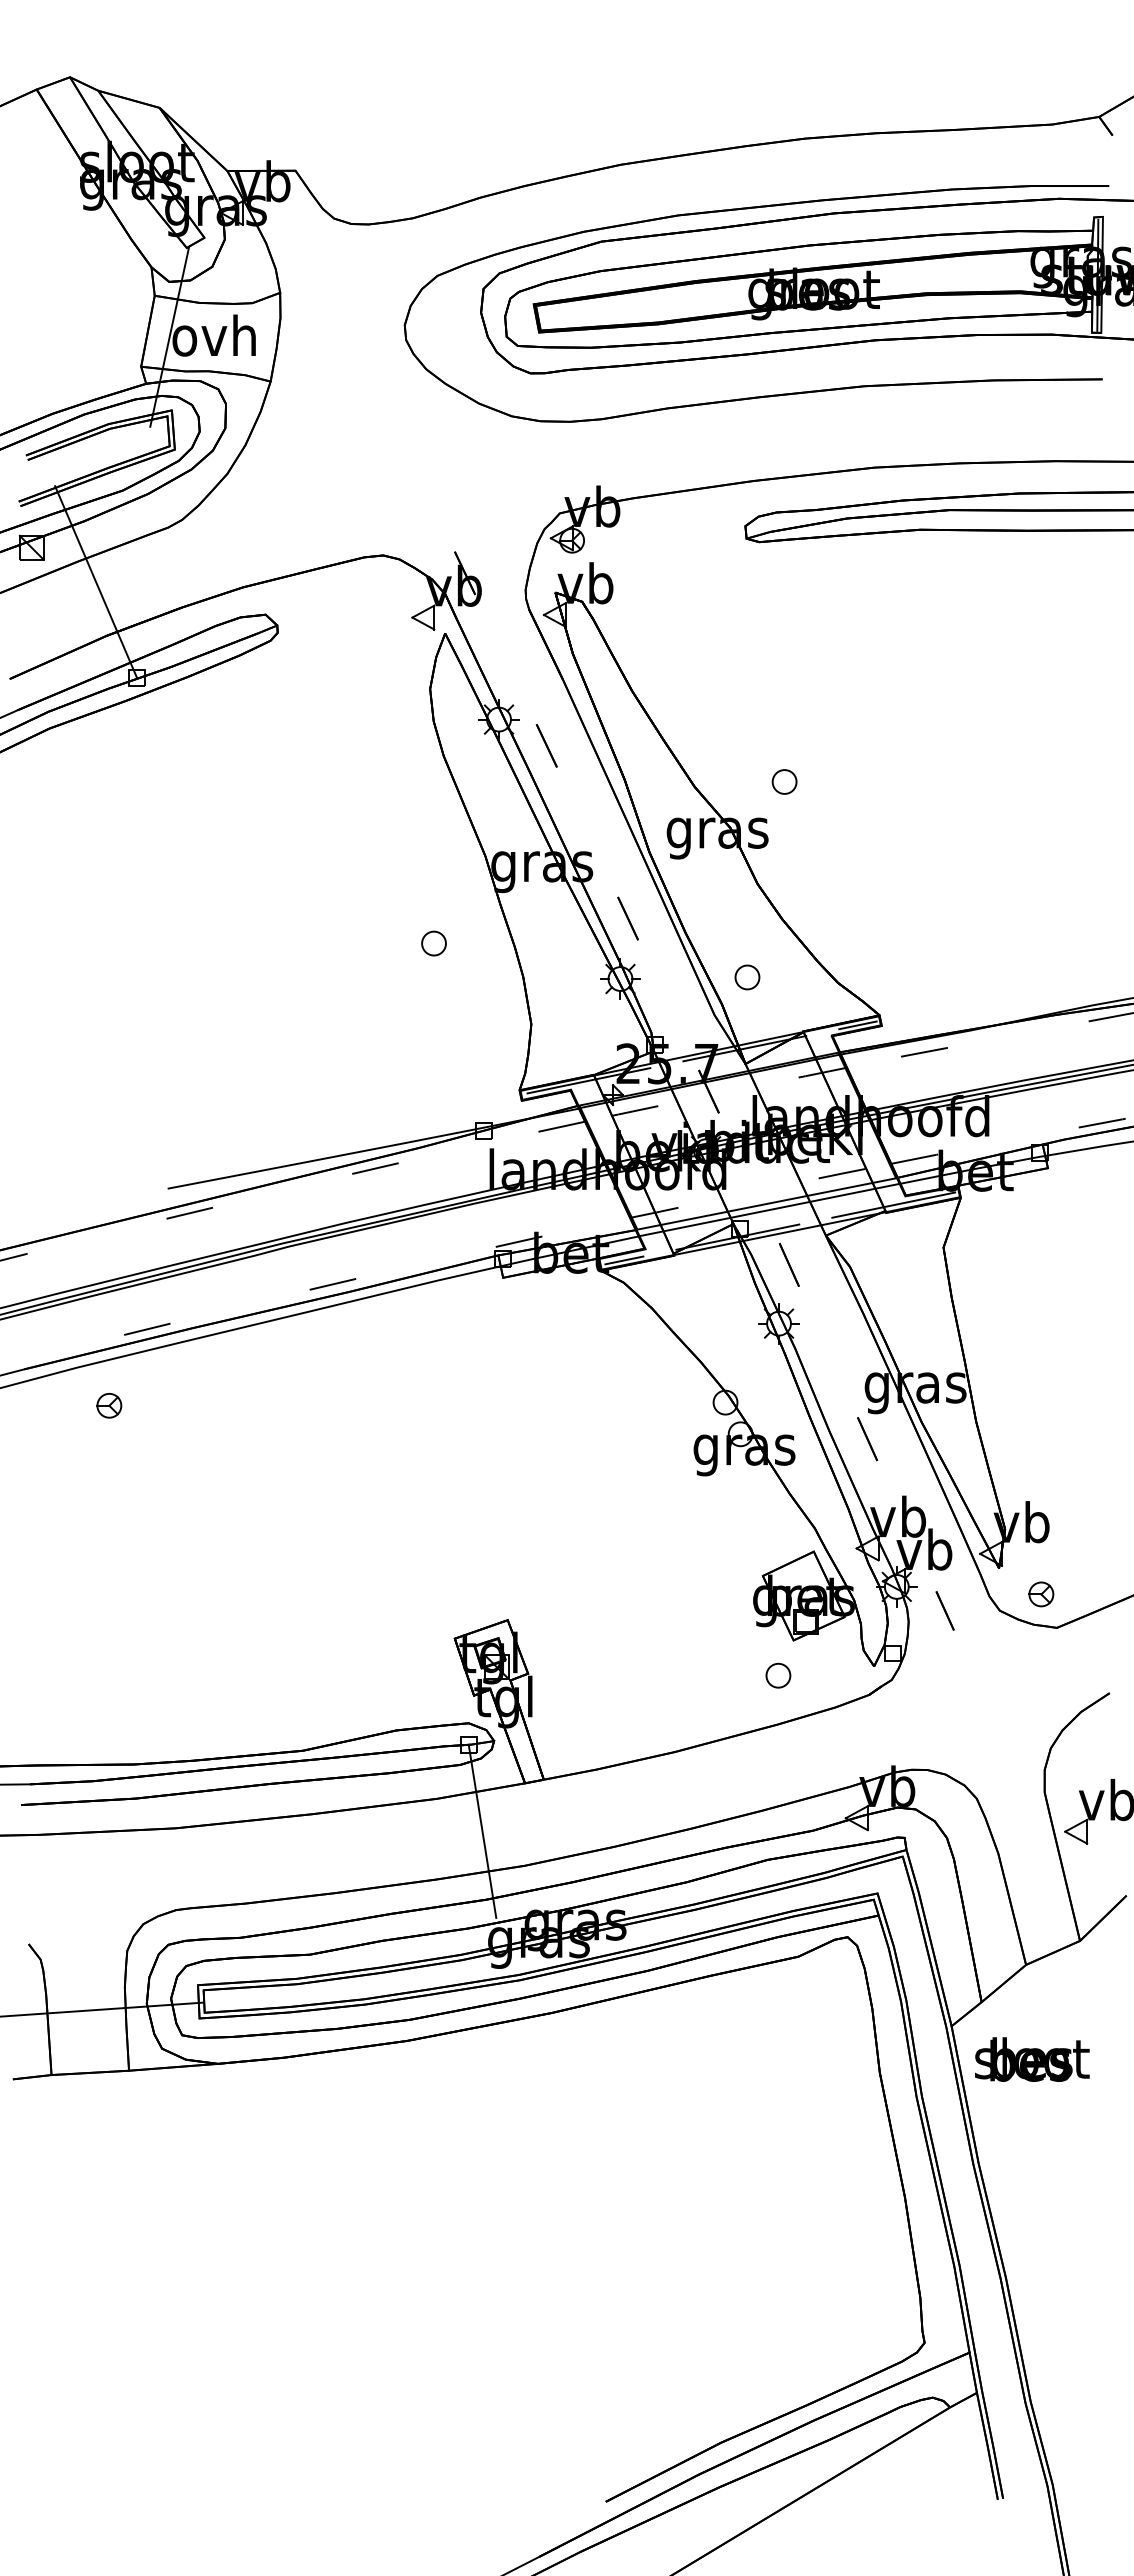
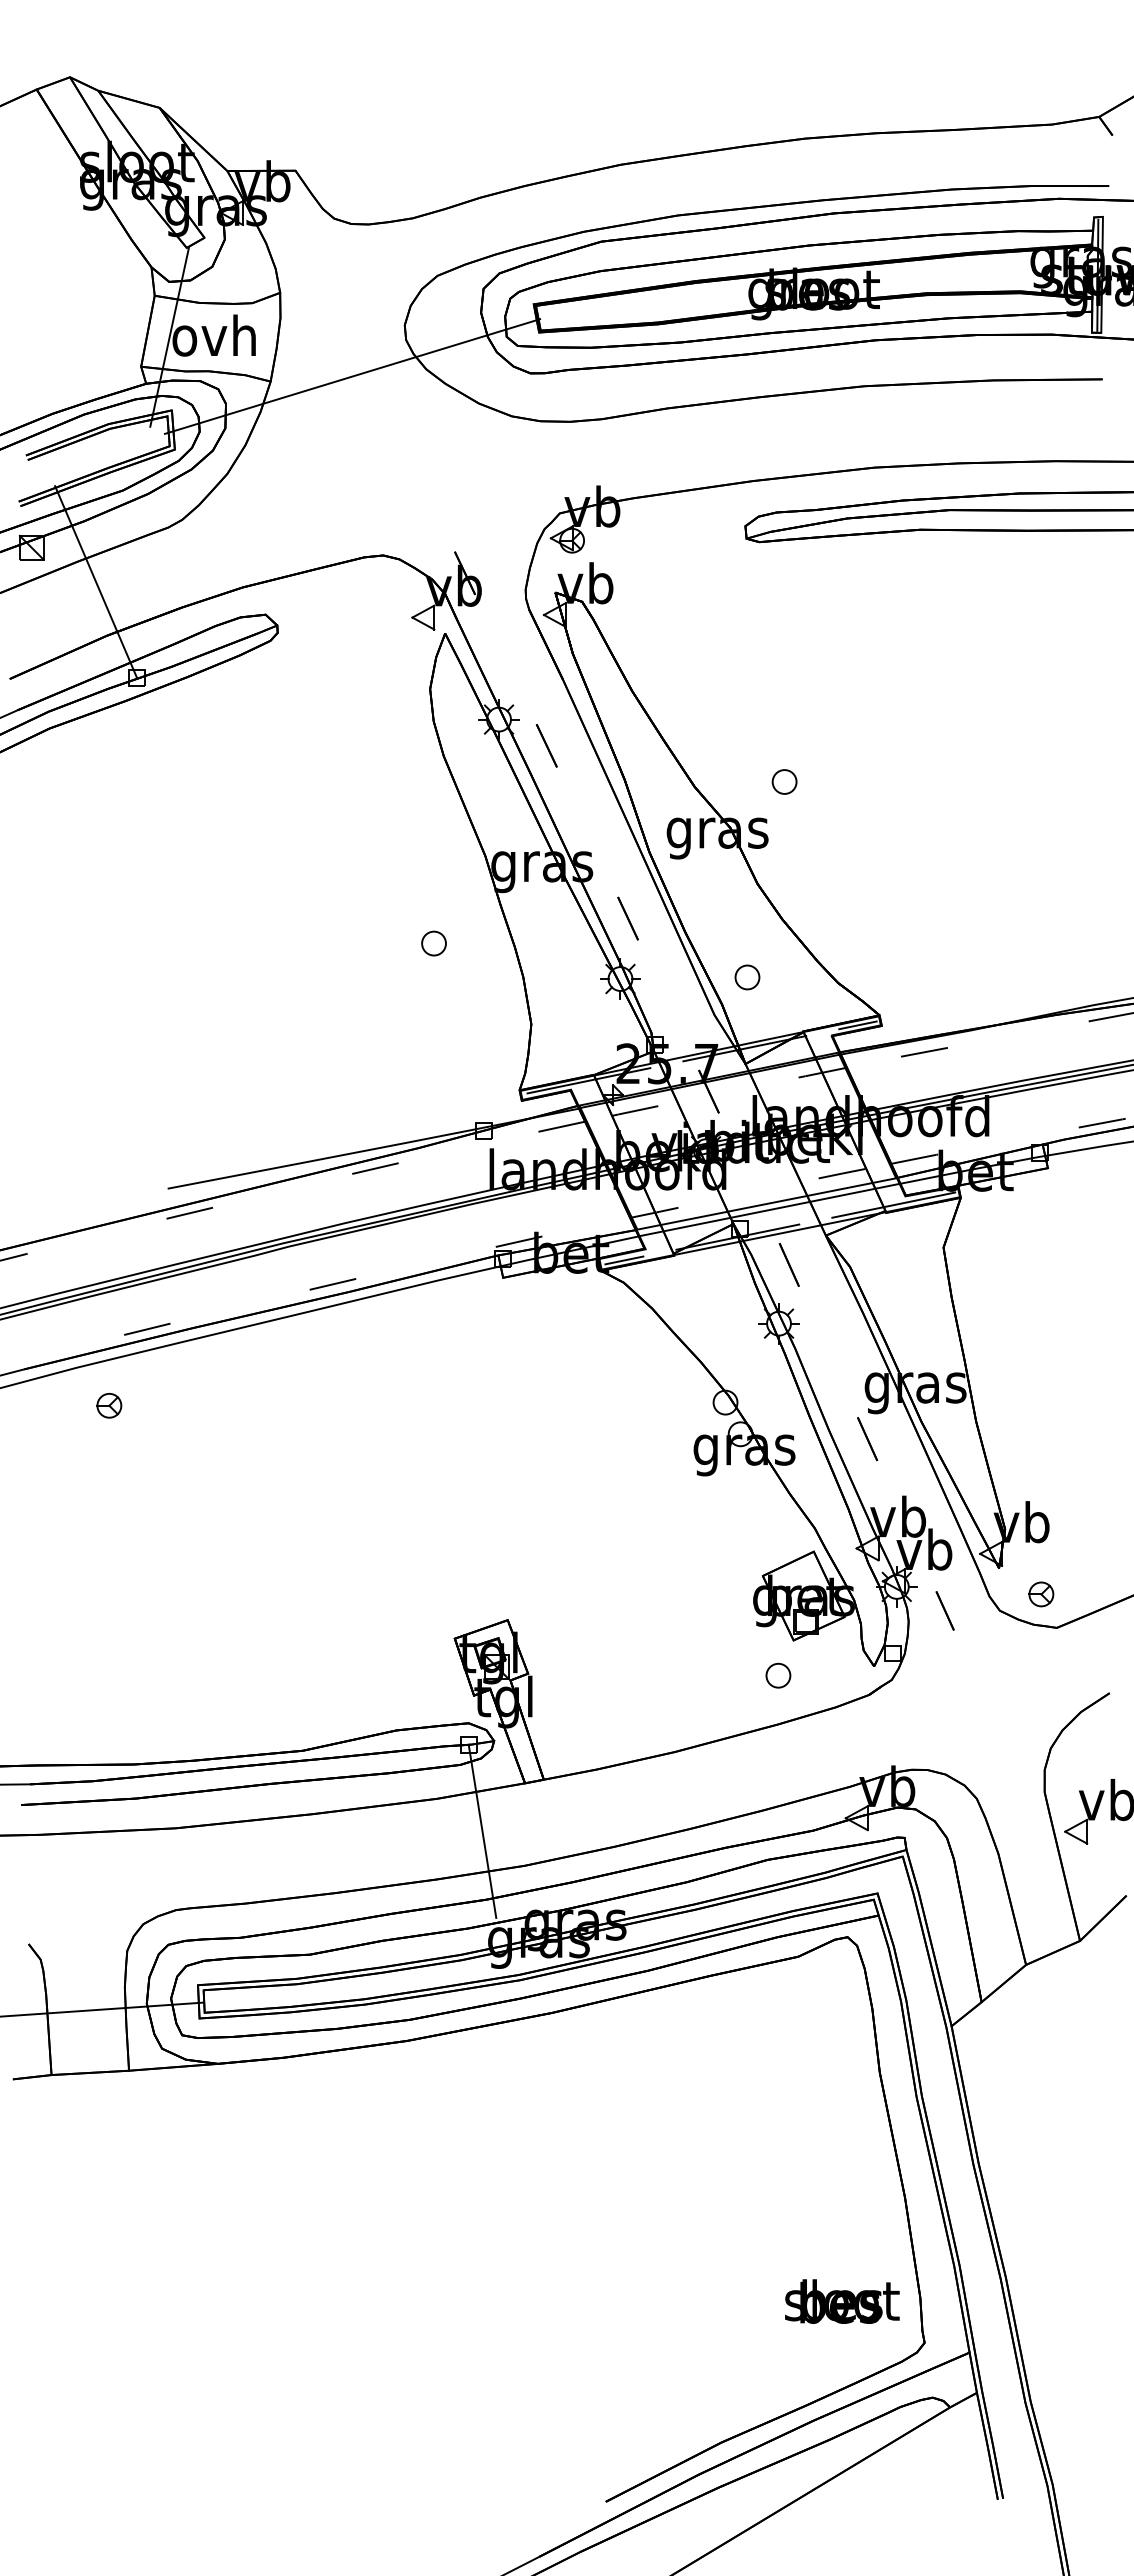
line at (352, 376): none -> present
text at (1032, 2059) position: (1032, 2059) -> (842, 2301)
